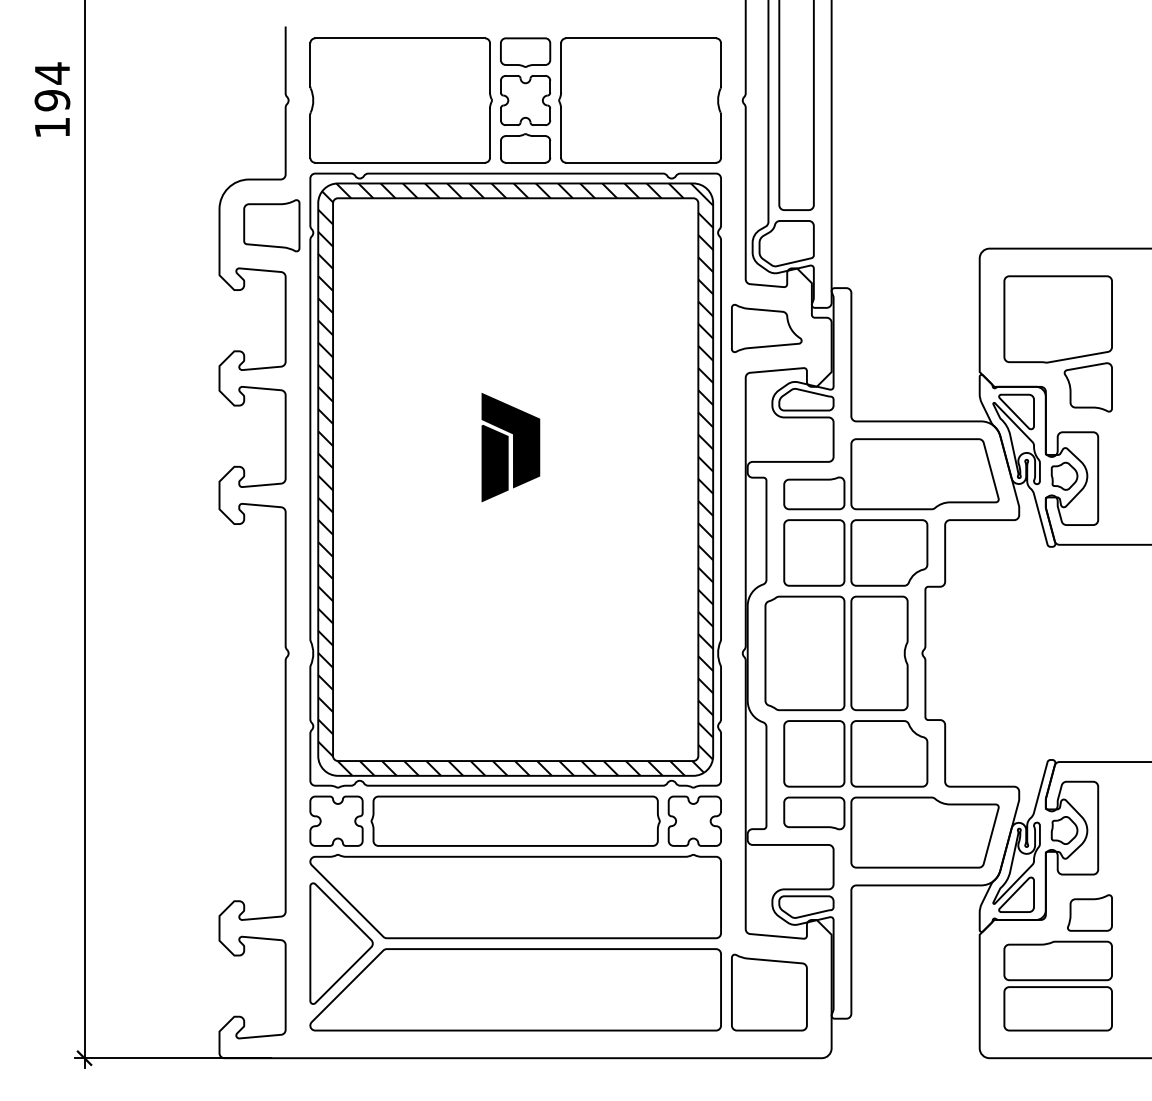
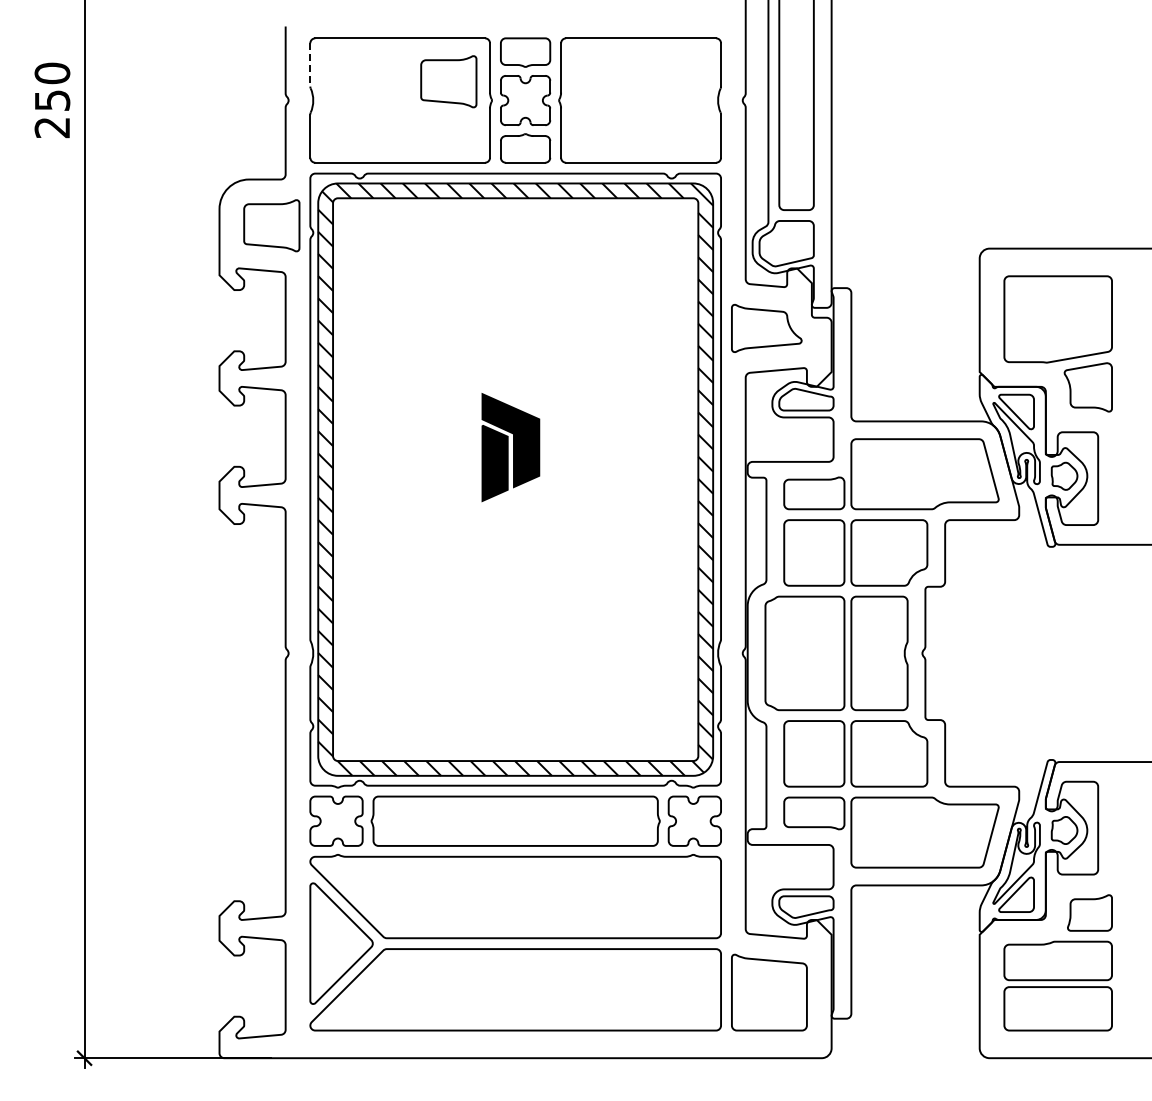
line at (310, 64): solid -> dashed
part at (448, 81): none -> present
text at (52, 100): 194 -> 250
